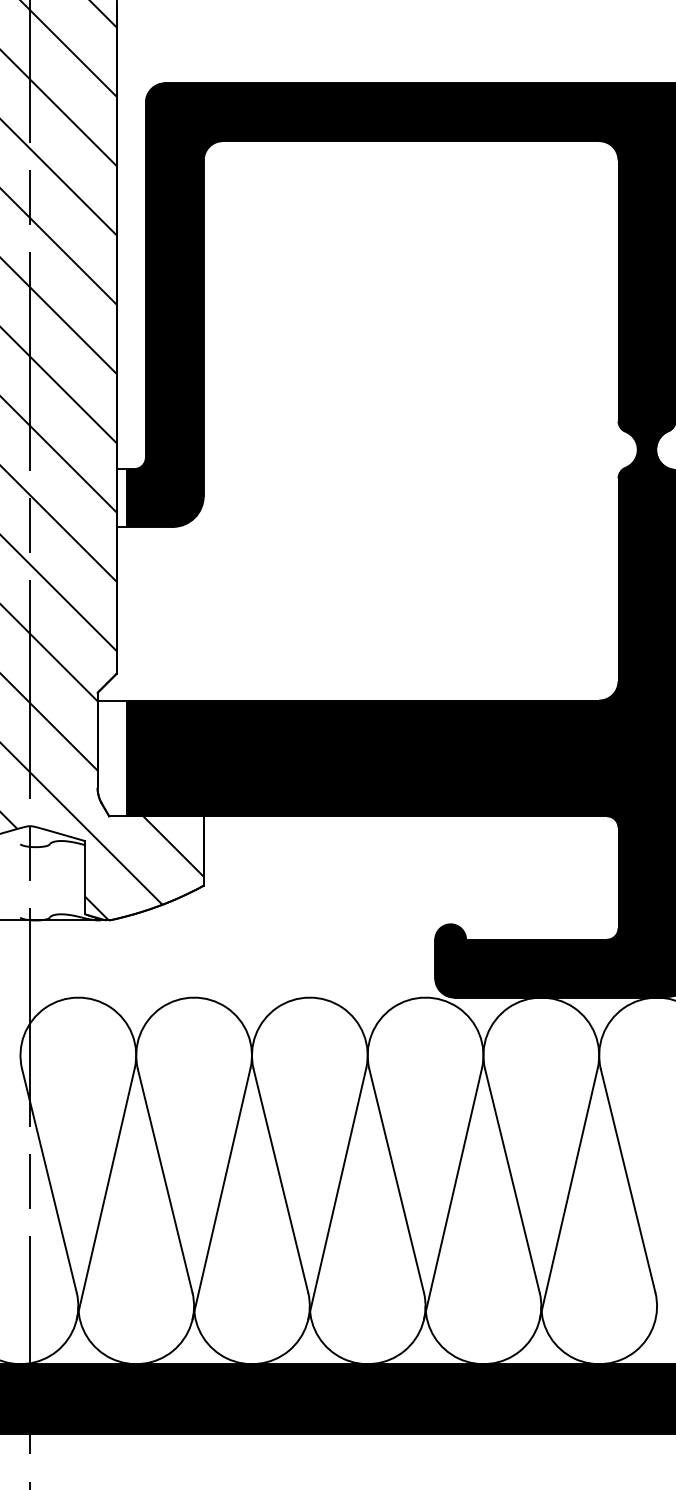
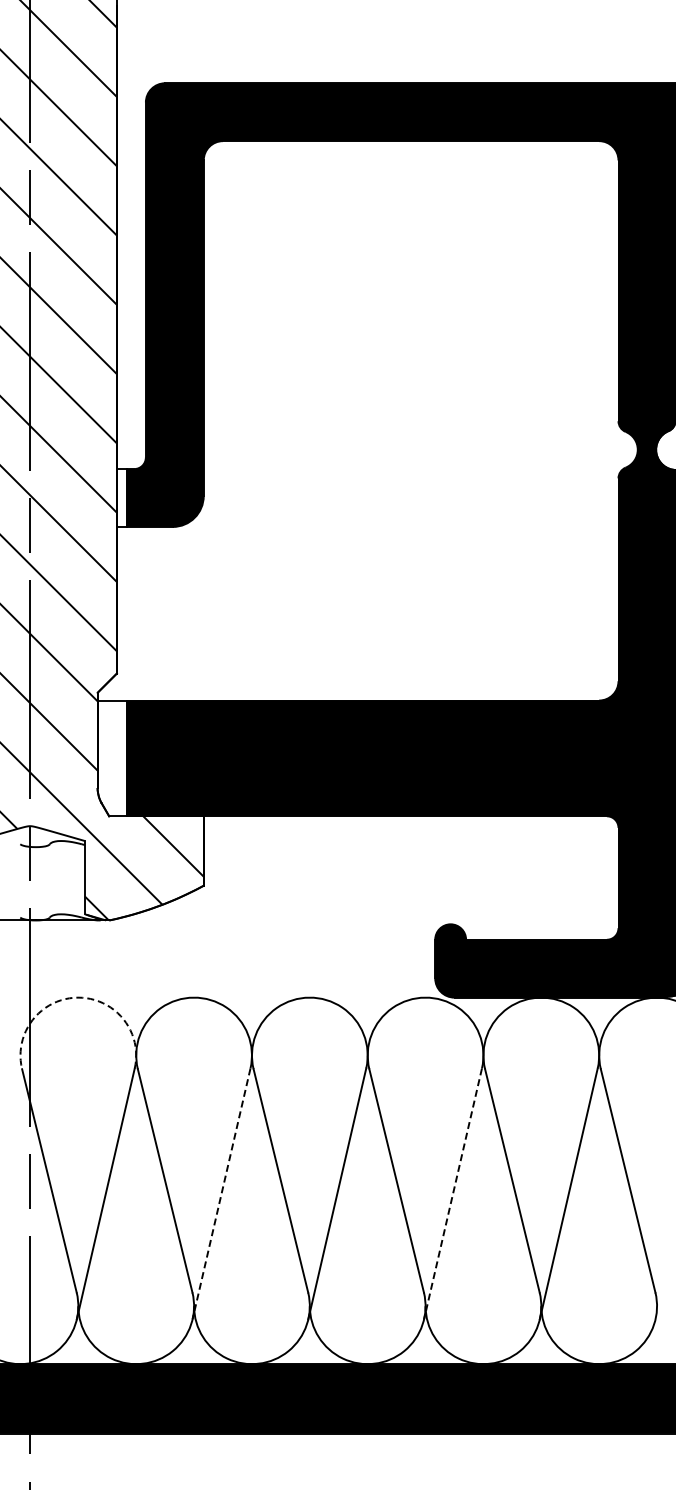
arc at (77, 997): solid -> dashed
line at (221, 1193): solid -> dashed
line at (453, 1193): solid -> dashed
